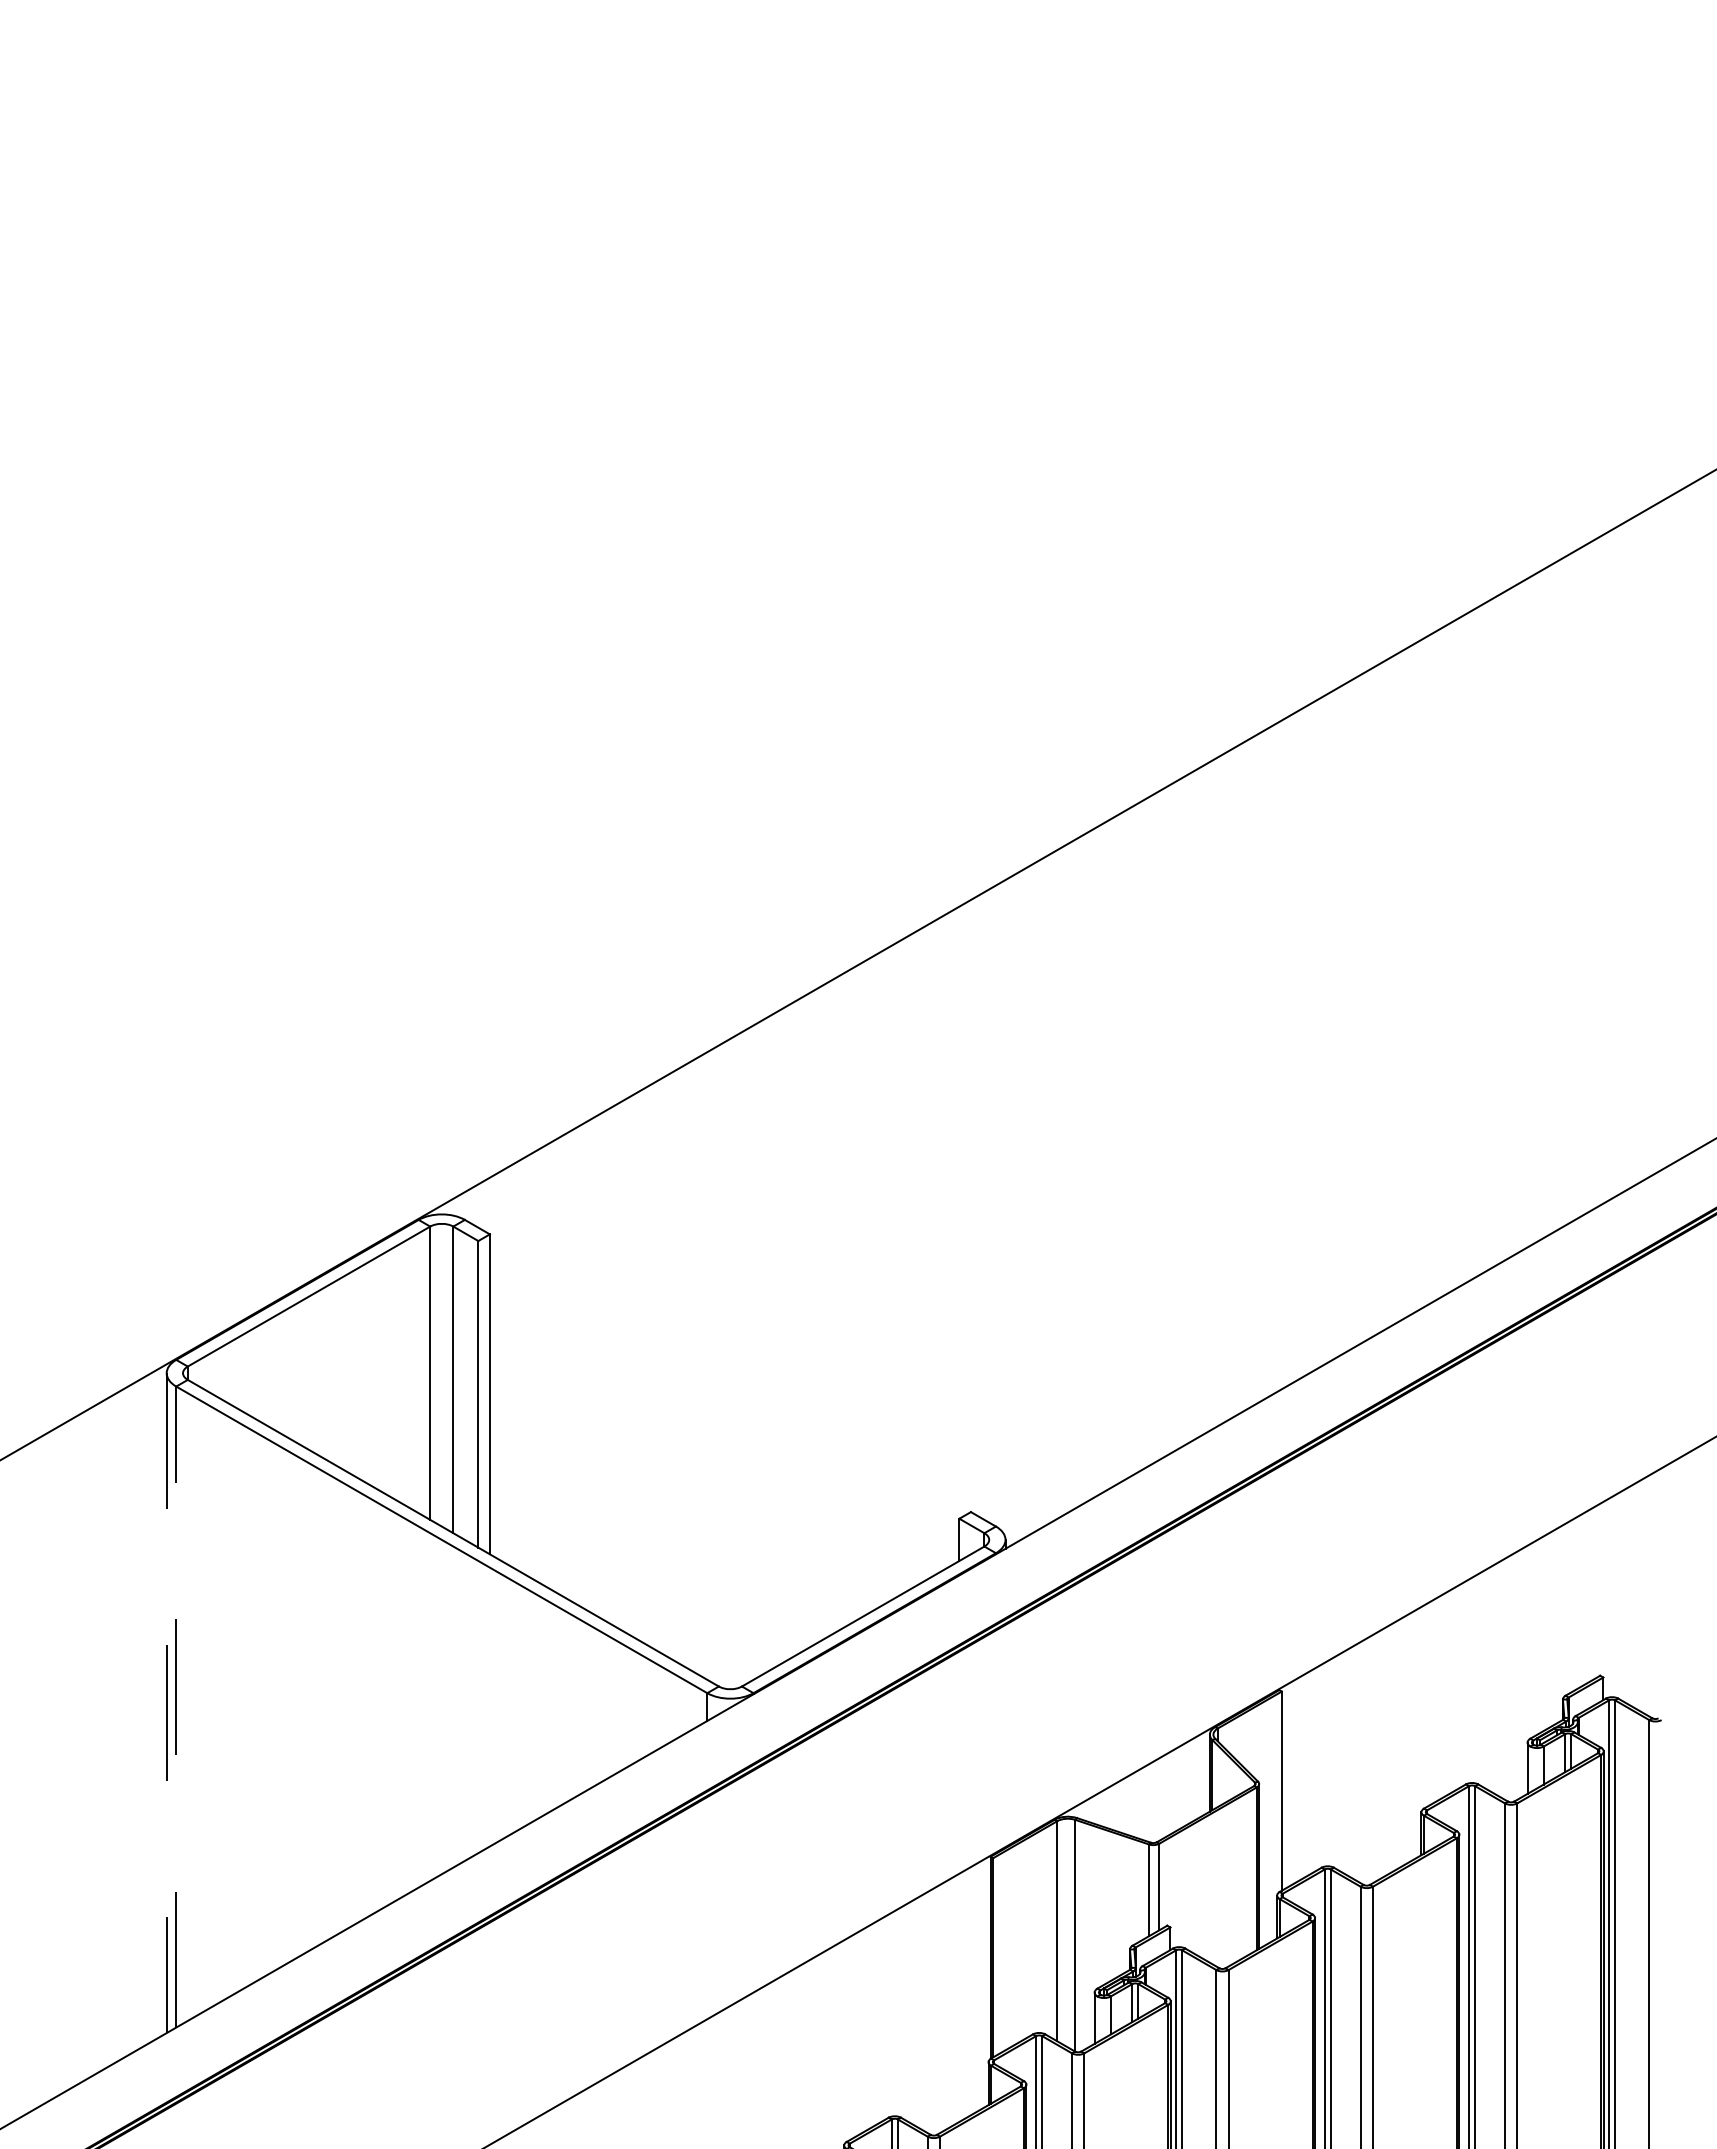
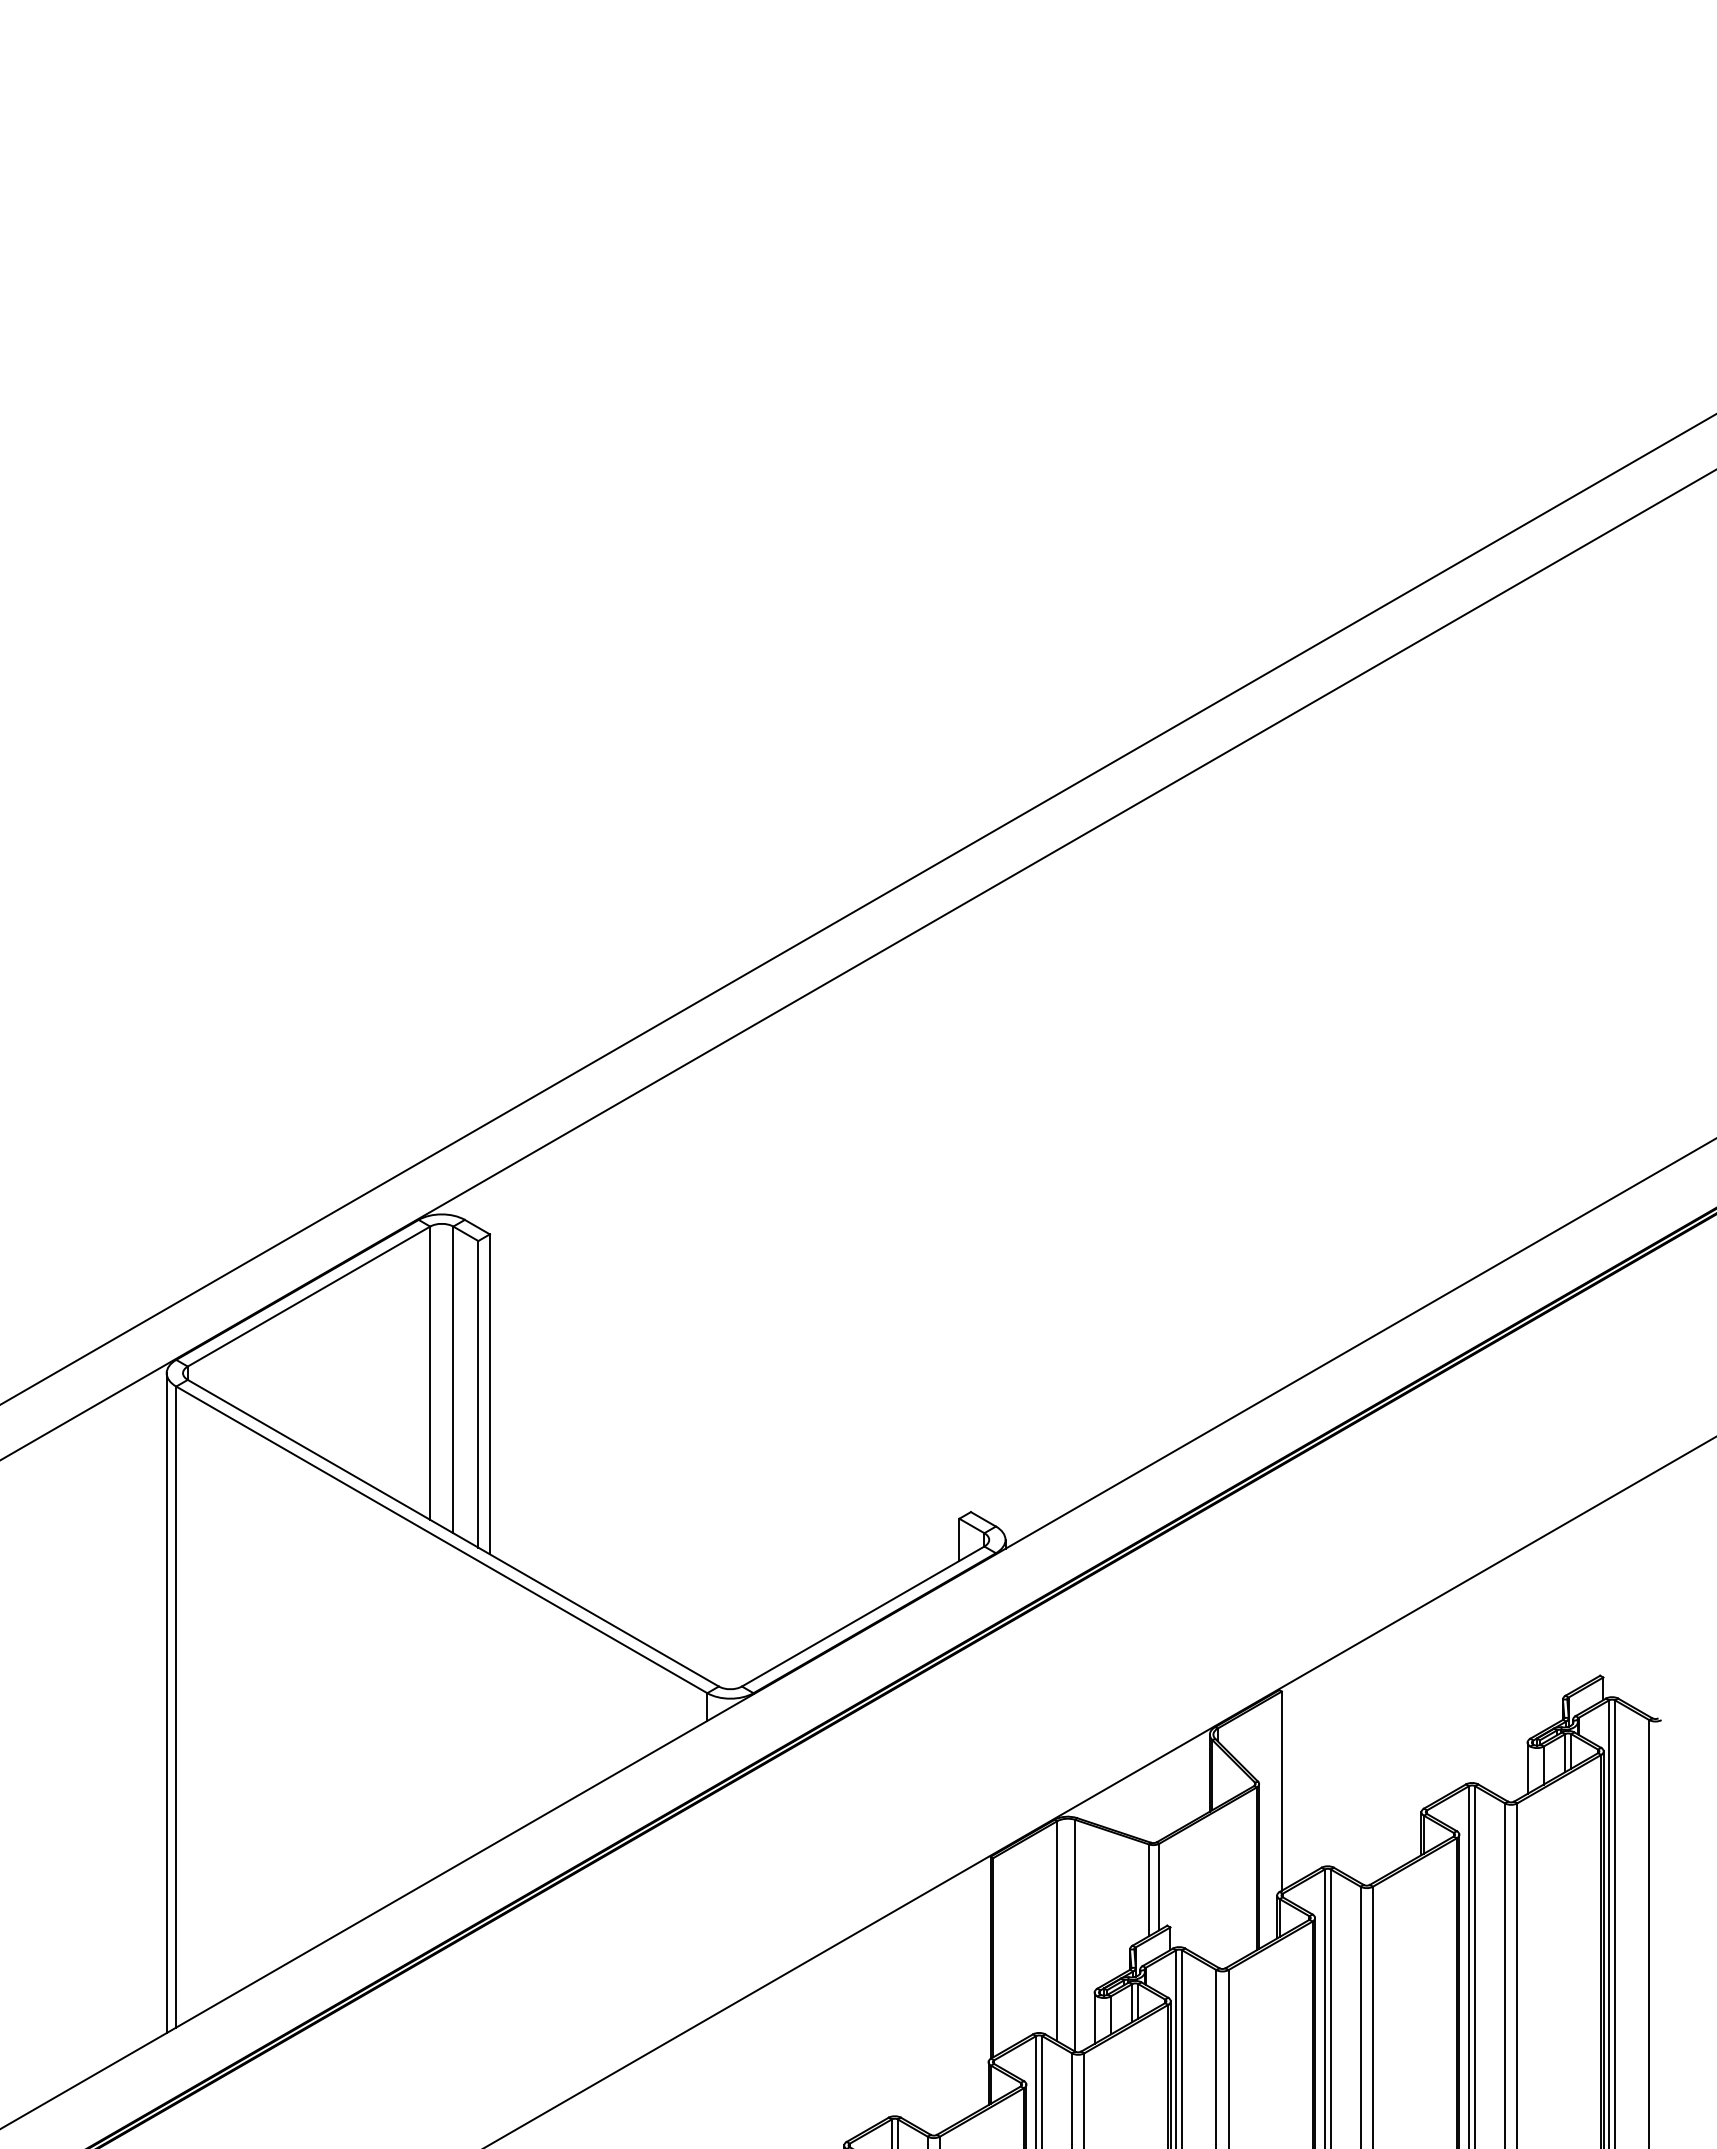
line at (857, 909): none -> present
line at (166, 1703): dashed -> solid
line at (176, 1707): dashed -> solid
